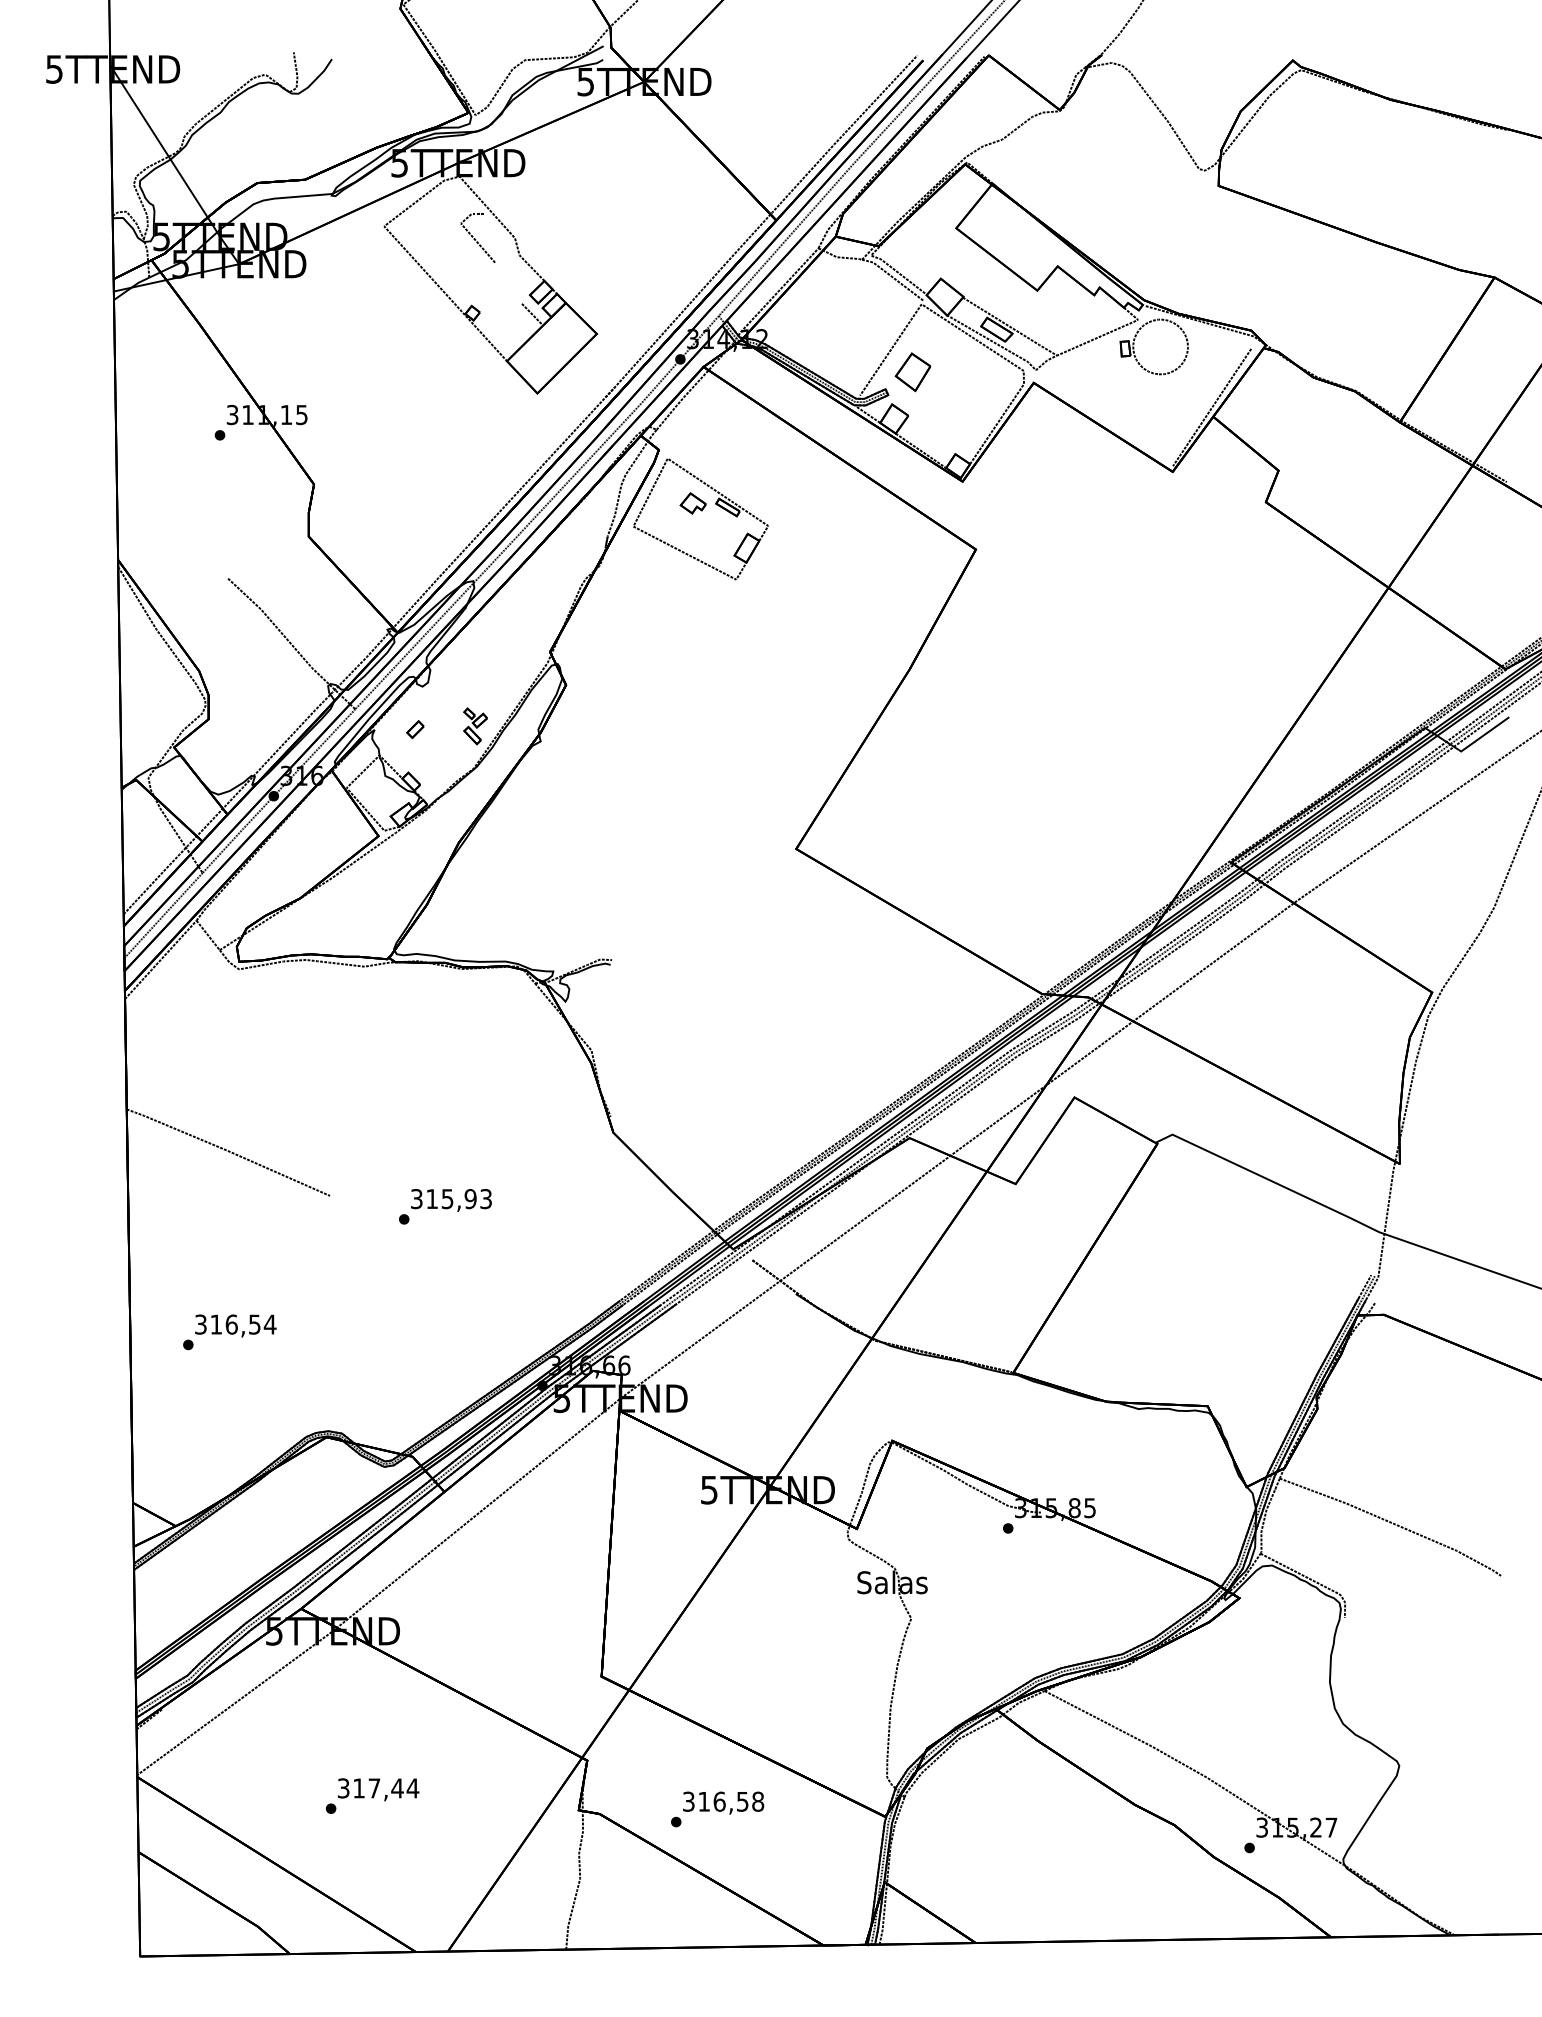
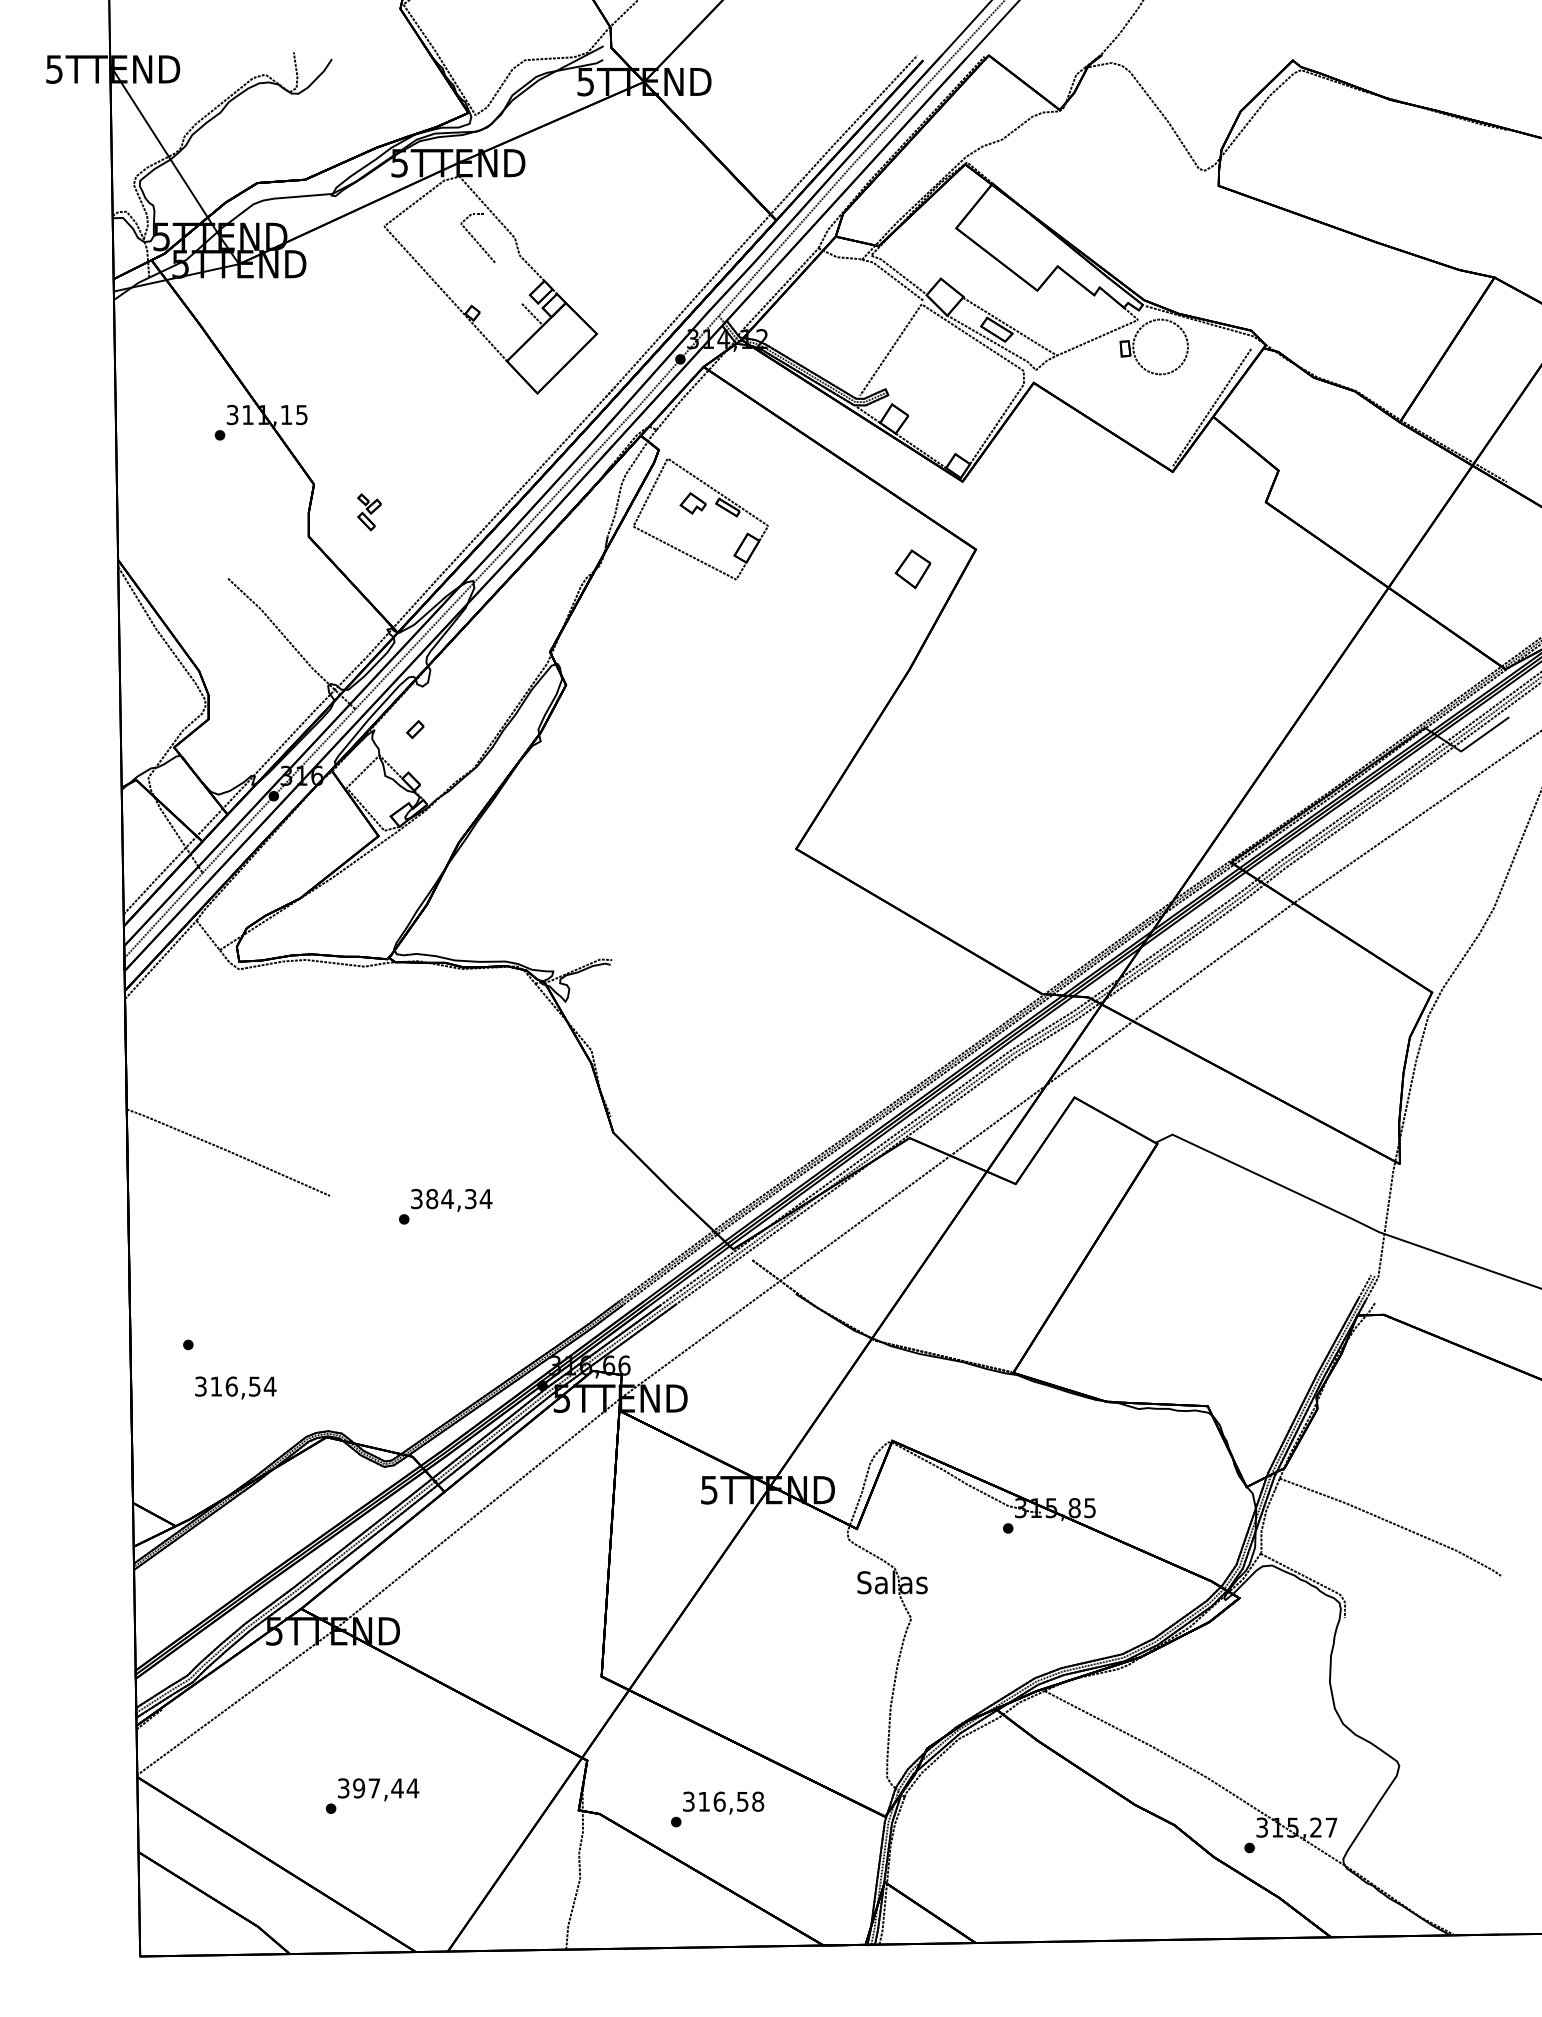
part at (912, 372) position: (912, 372) -> (912, 569)
part at (475, 726) position: (475, 726) -> (369, 512)
text at (459, 1199): 315,93 -> 384,34
text at (235, 1325) position: (235, 1325) -> (235, 1387)
text at (359, 1788): 317,44 -> 397,44
